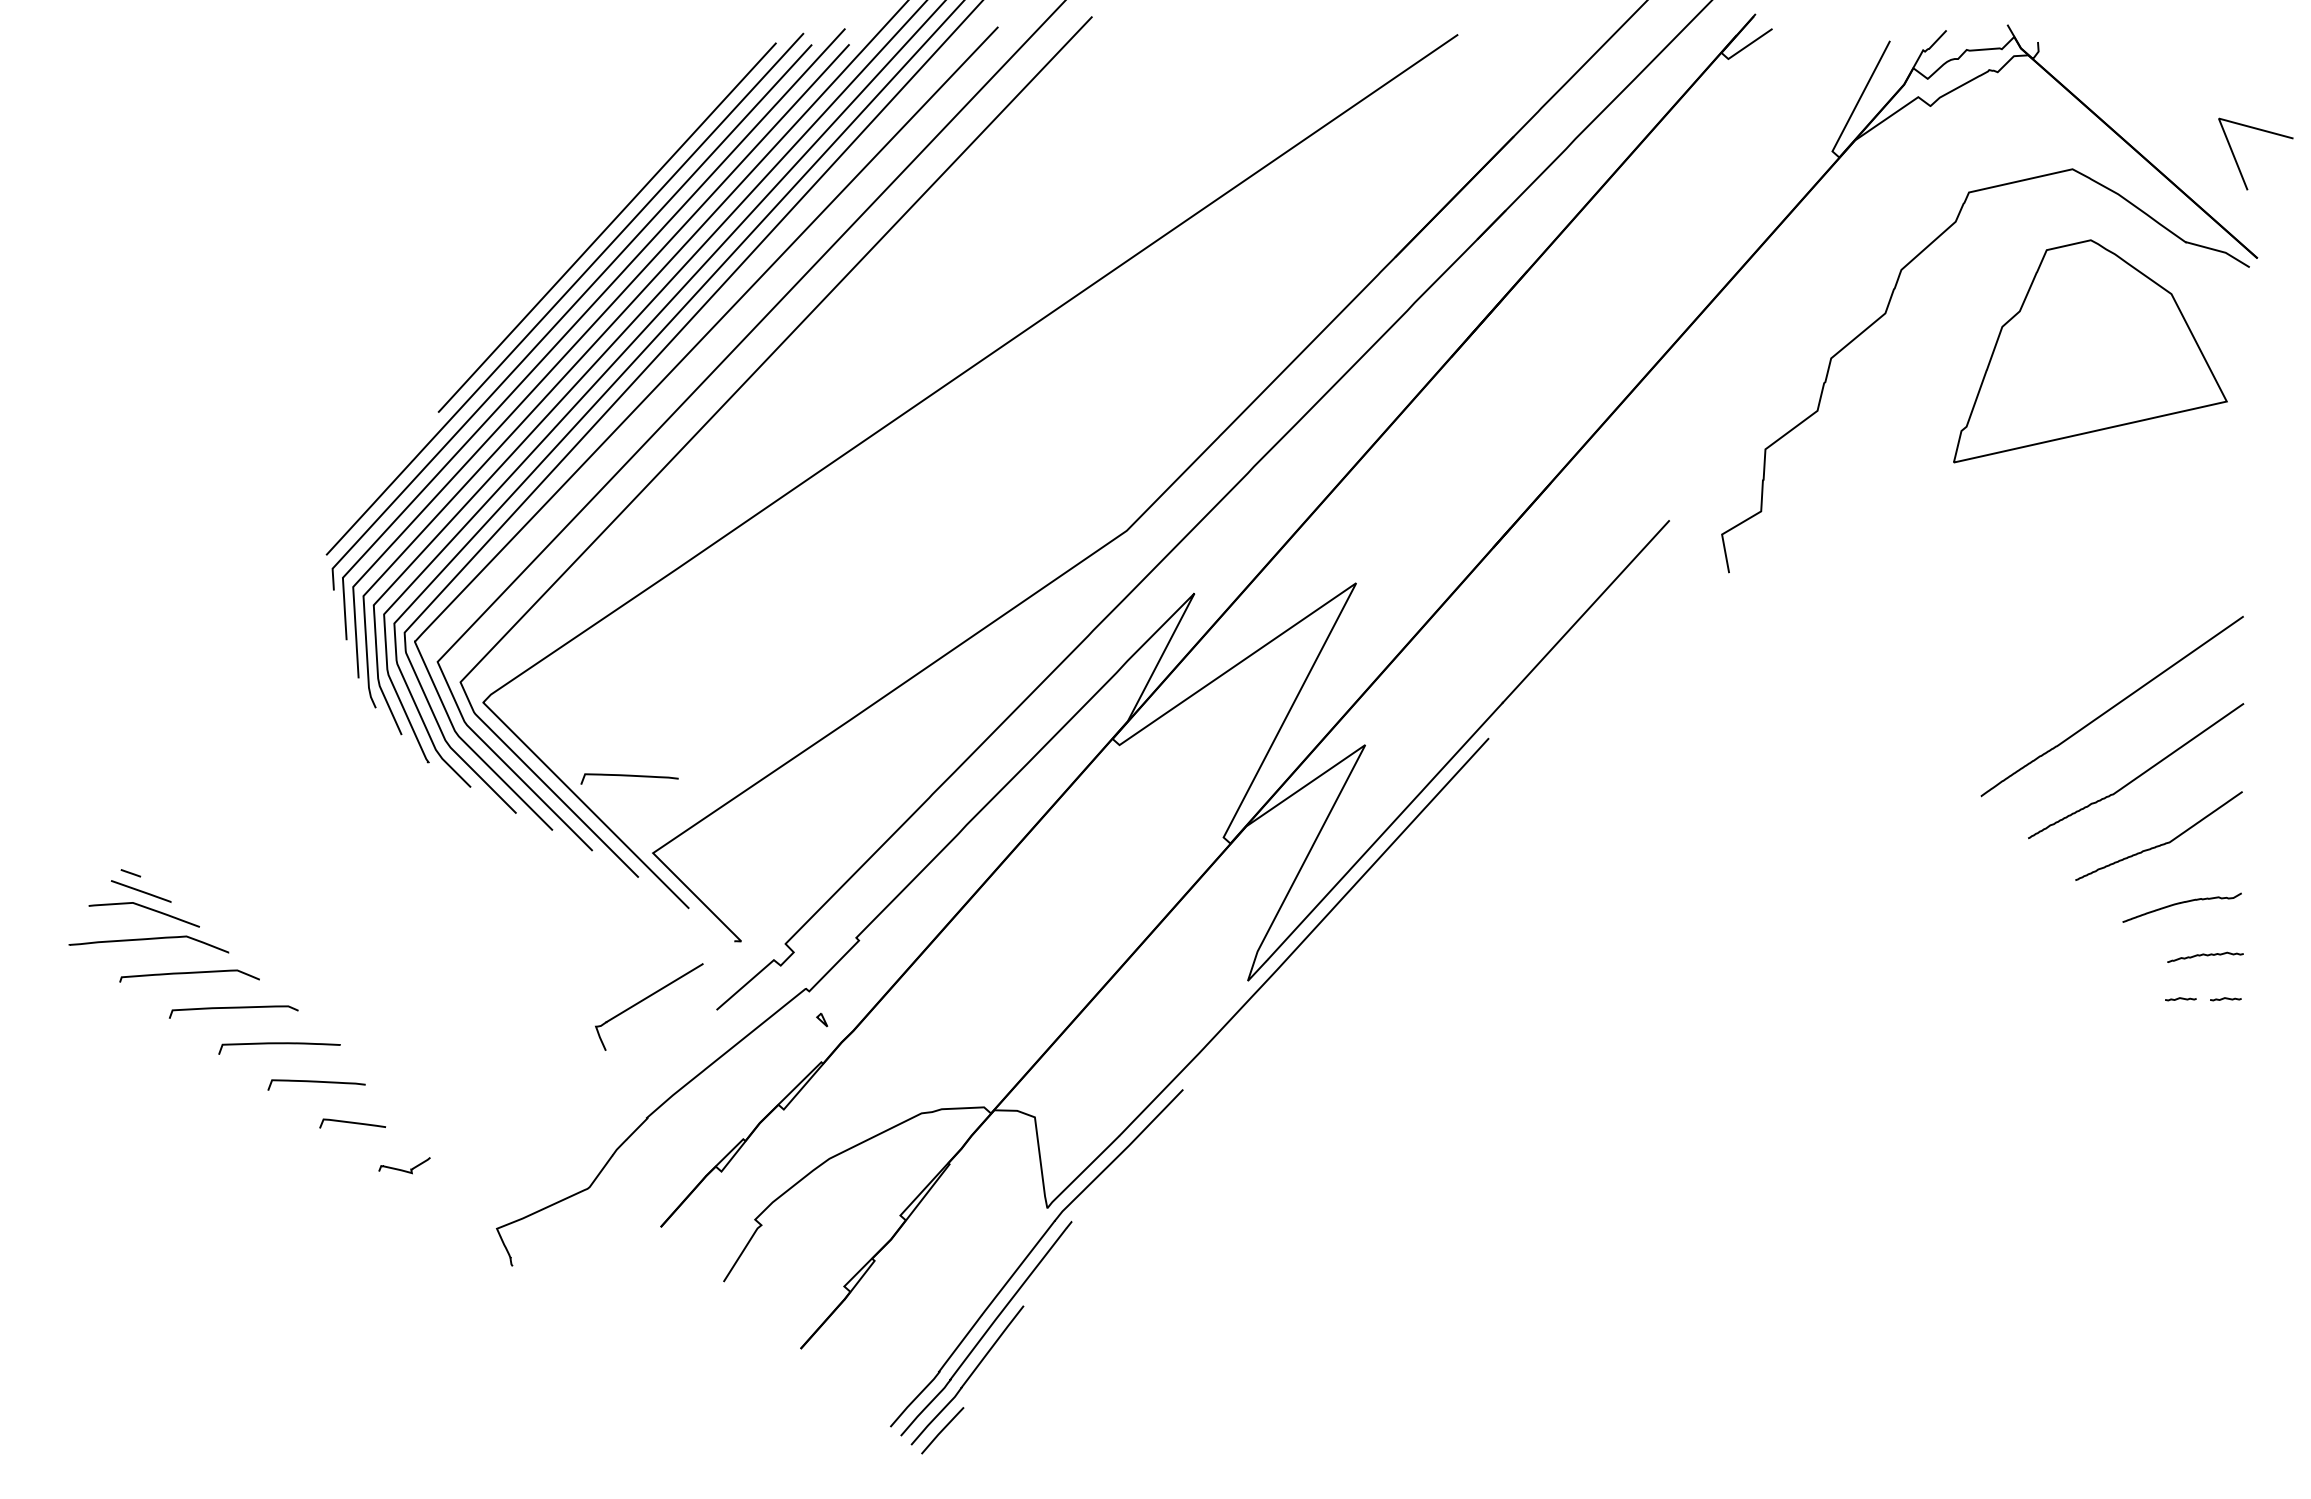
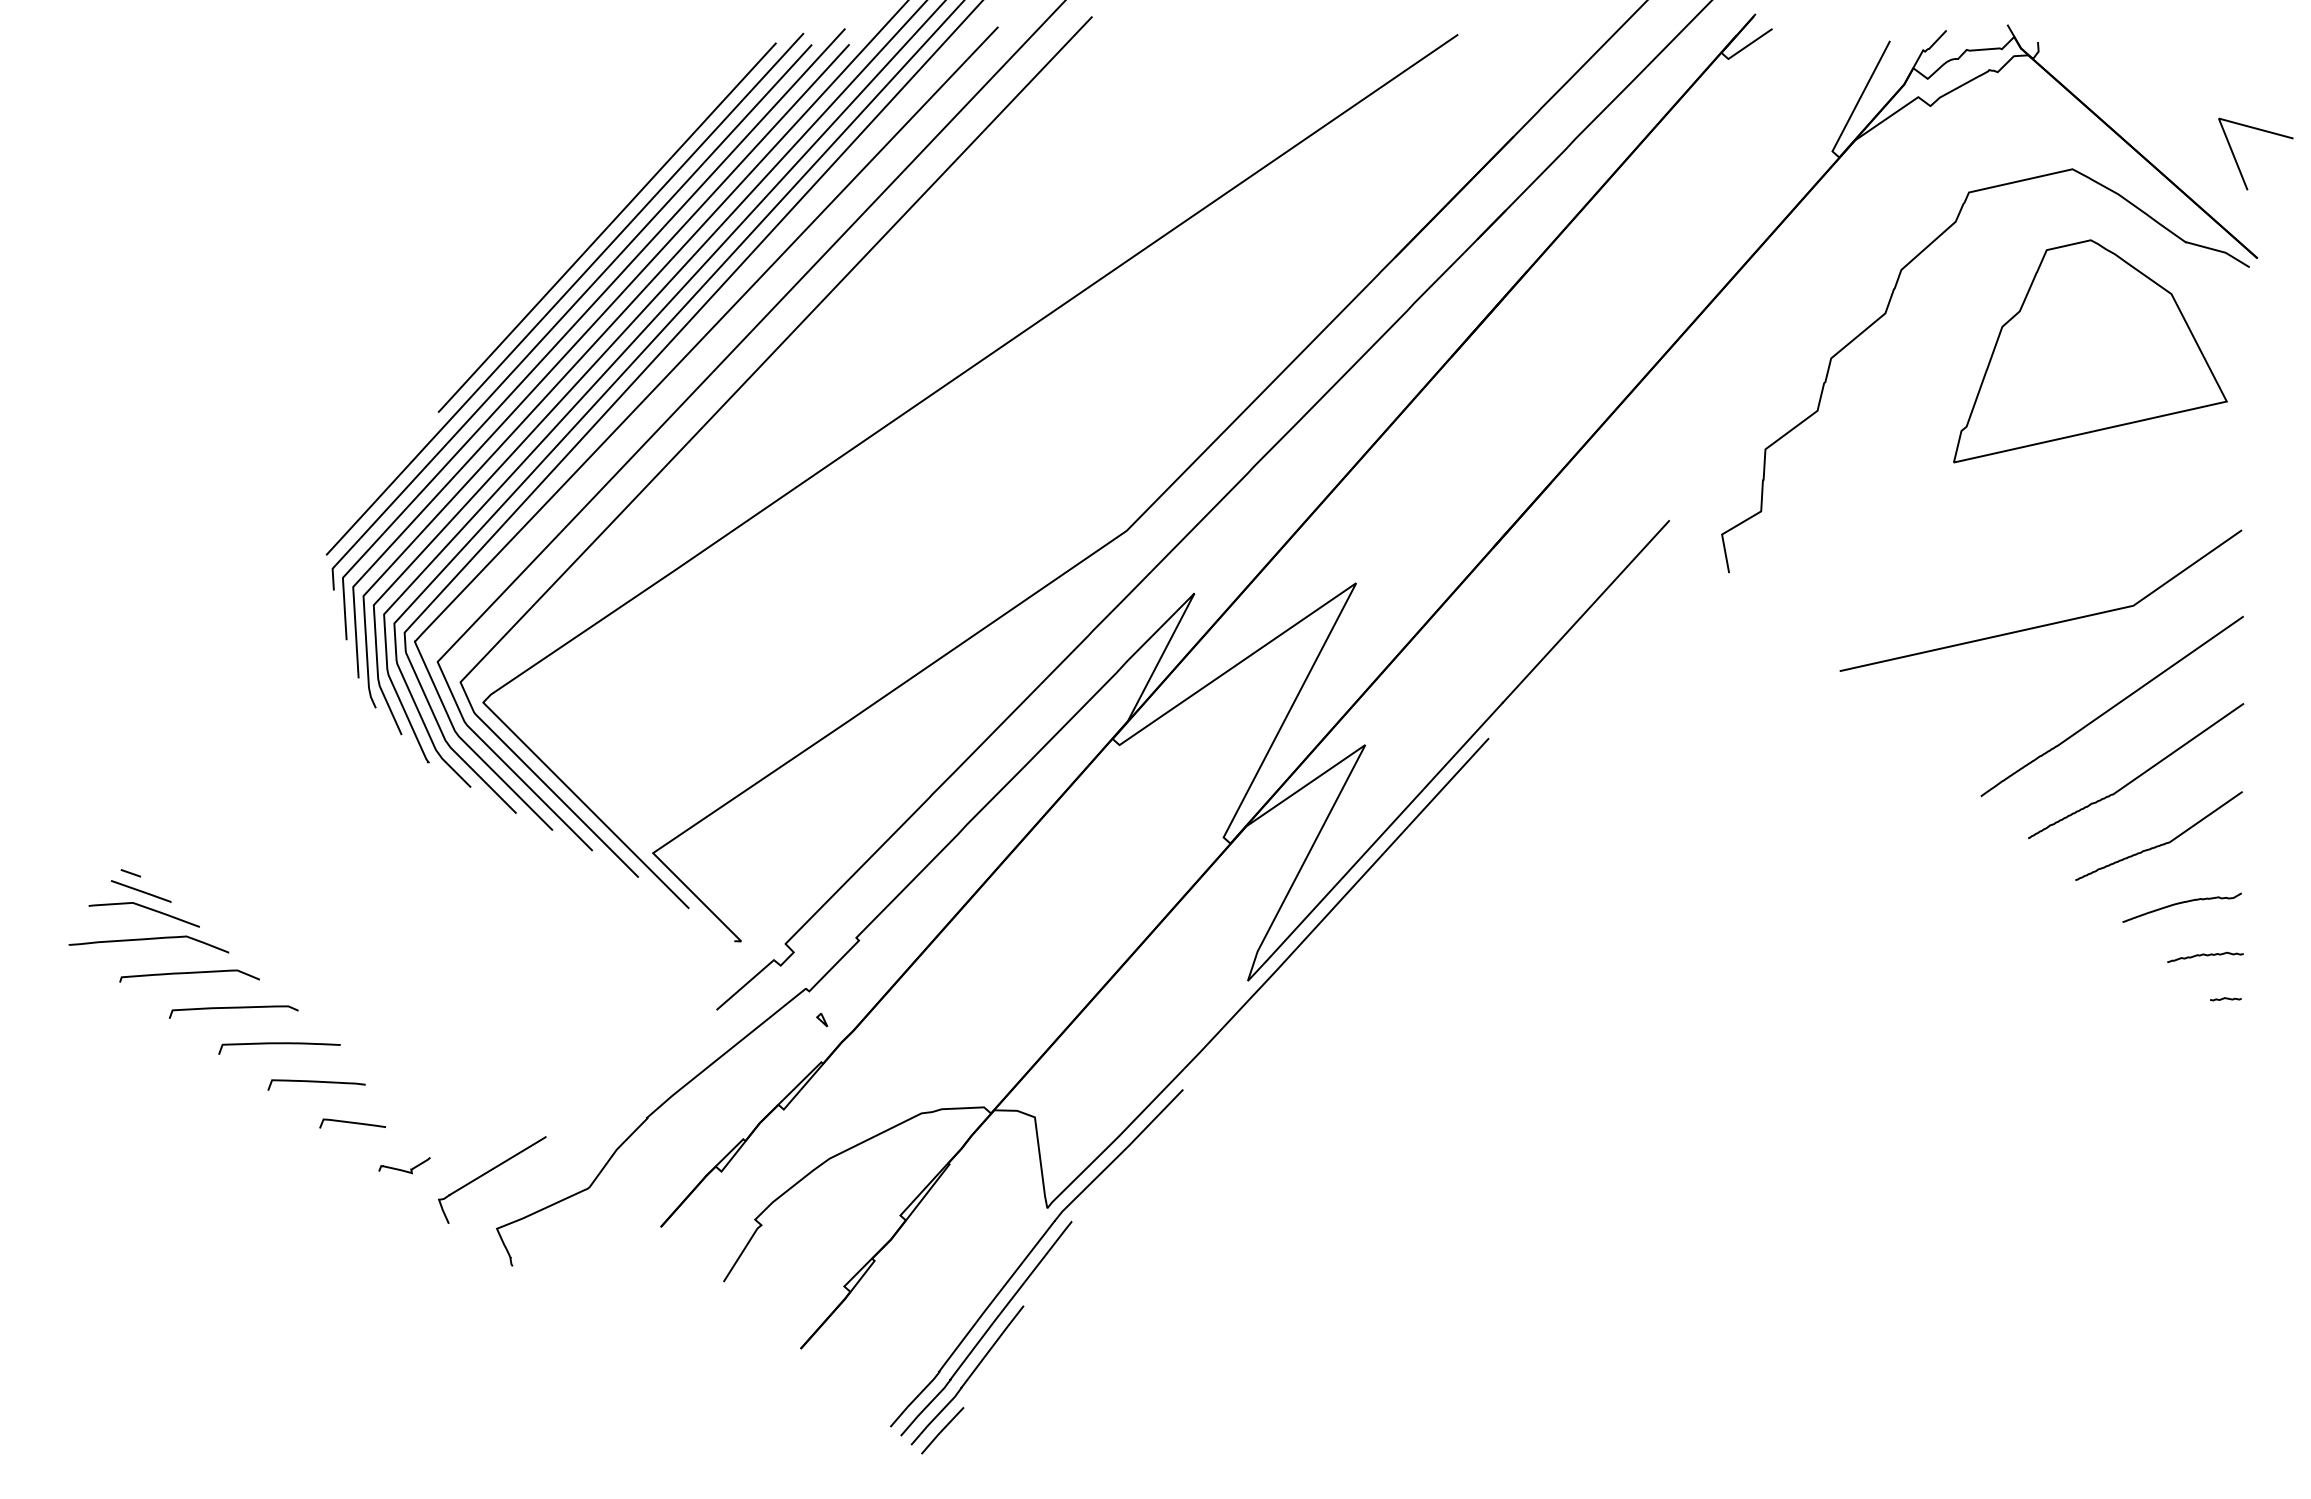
curve at (2043, 624): none -> present
curve at (629, 776): present -> none
curve at (646, 999) position: (646, 999) -> (489, 1172)
curve at (2180, 999): present -> none
